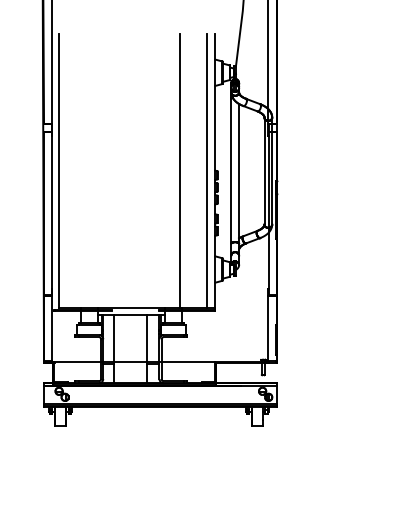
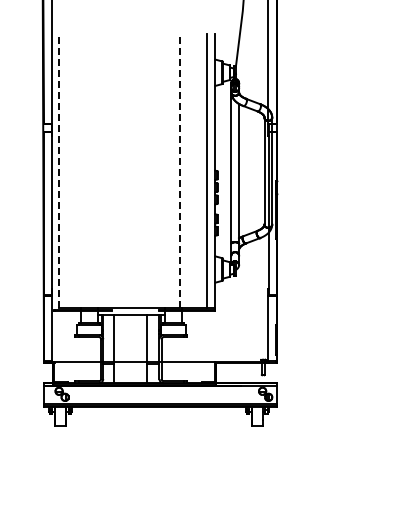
line at (59, 171): solid -> dashed
line at (179, 171): solid -> dashed
